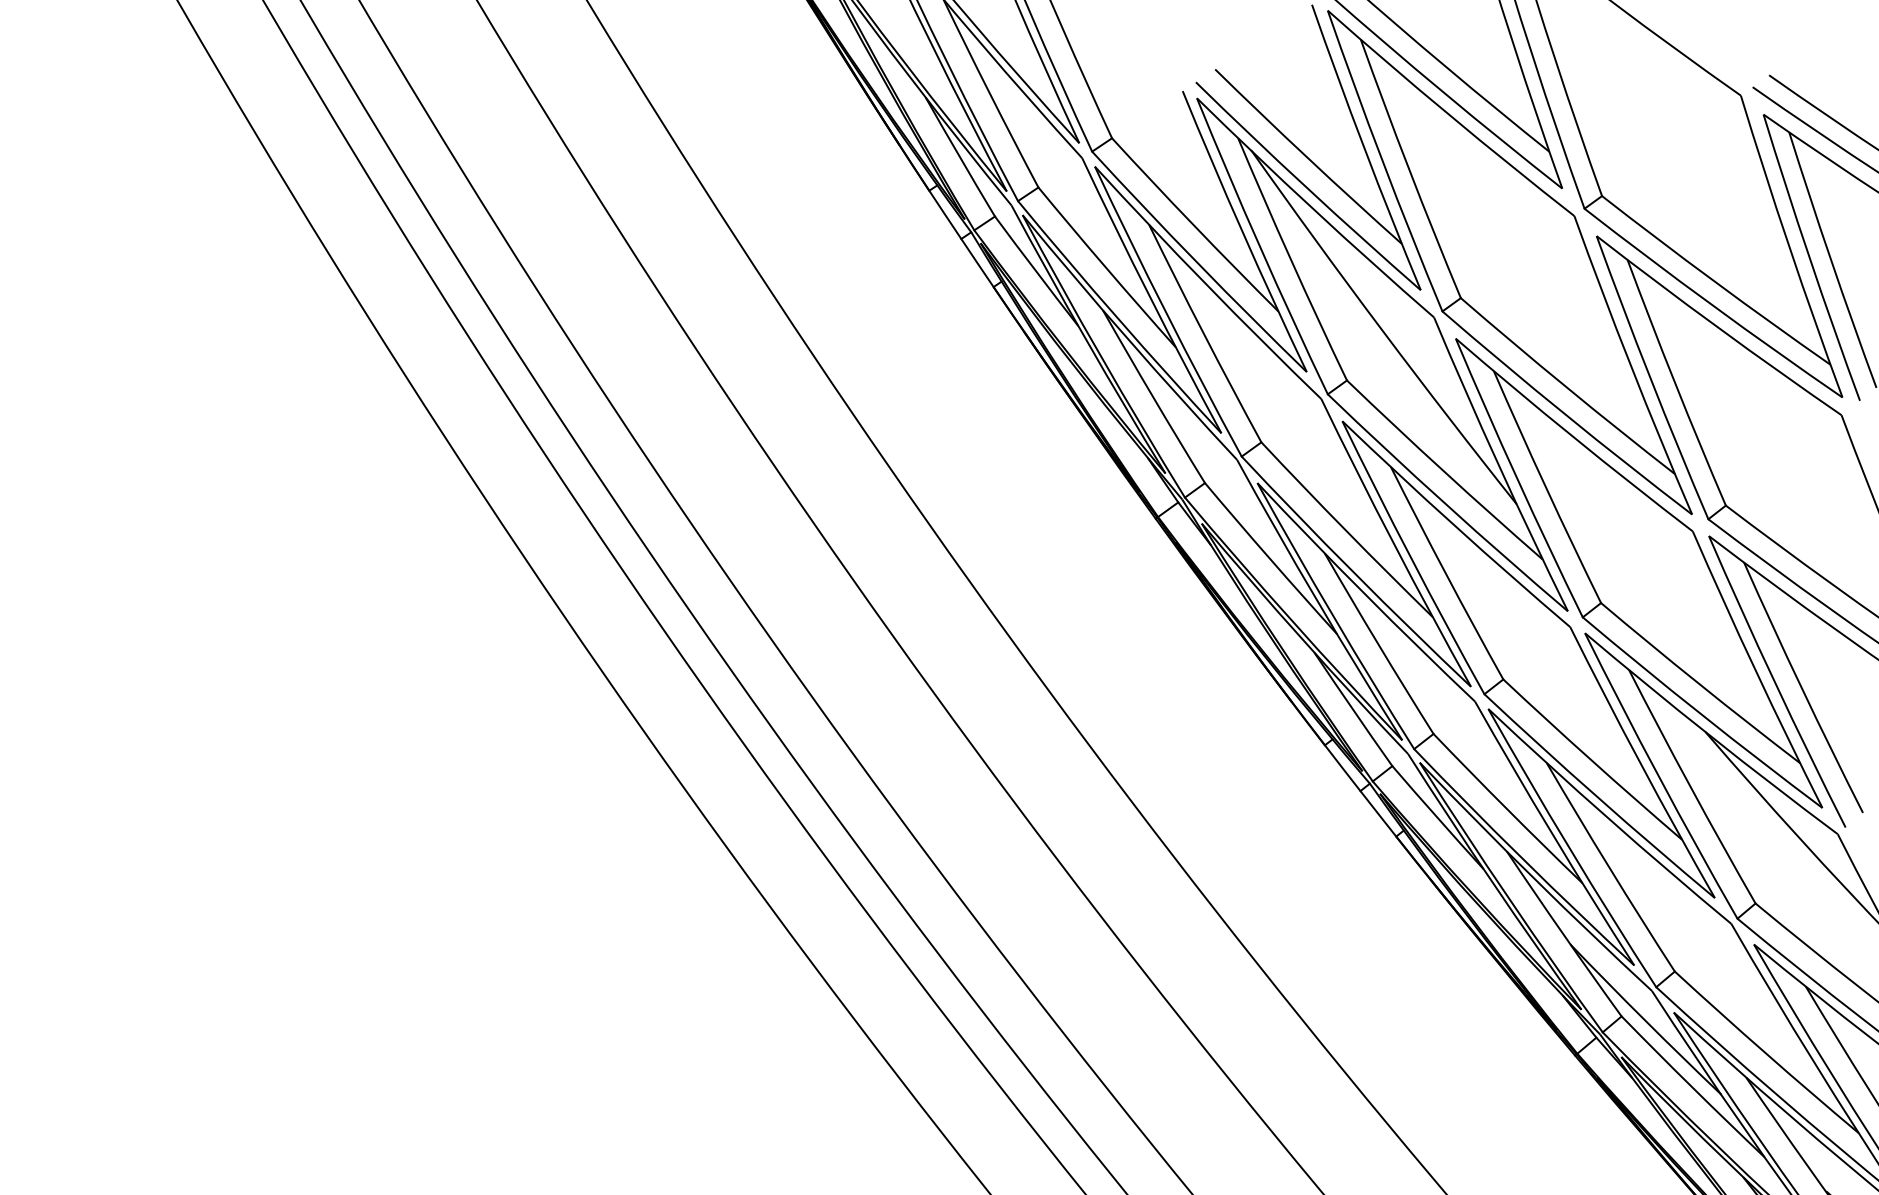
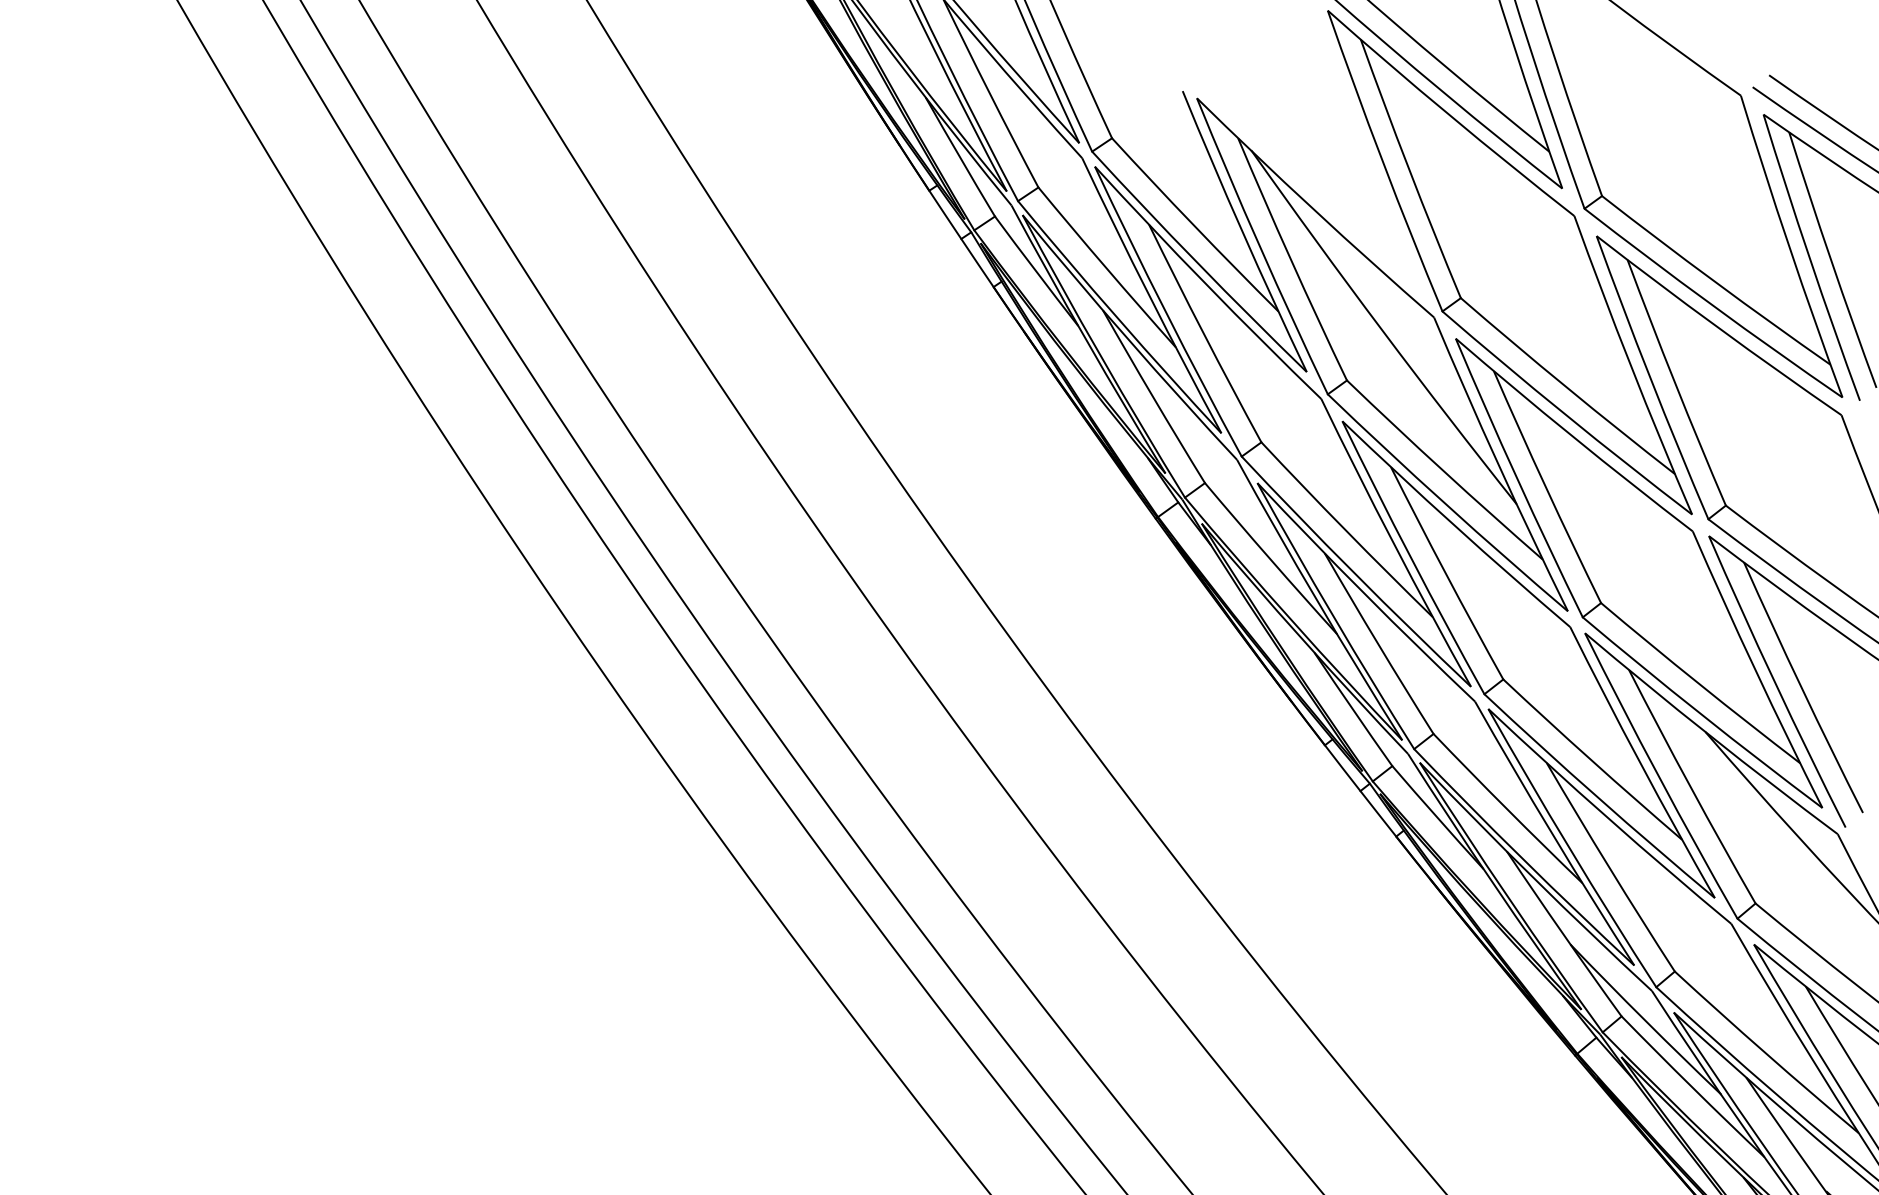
part at (1303, 152): present -> none
